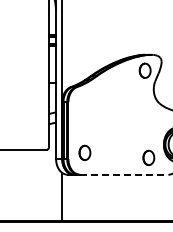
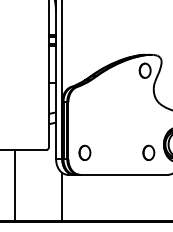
part at (148, 157) position: (148, 157) -> (148, 152)
line at (124, 174): dashed -> solid
line at (14, 185): none -> present
